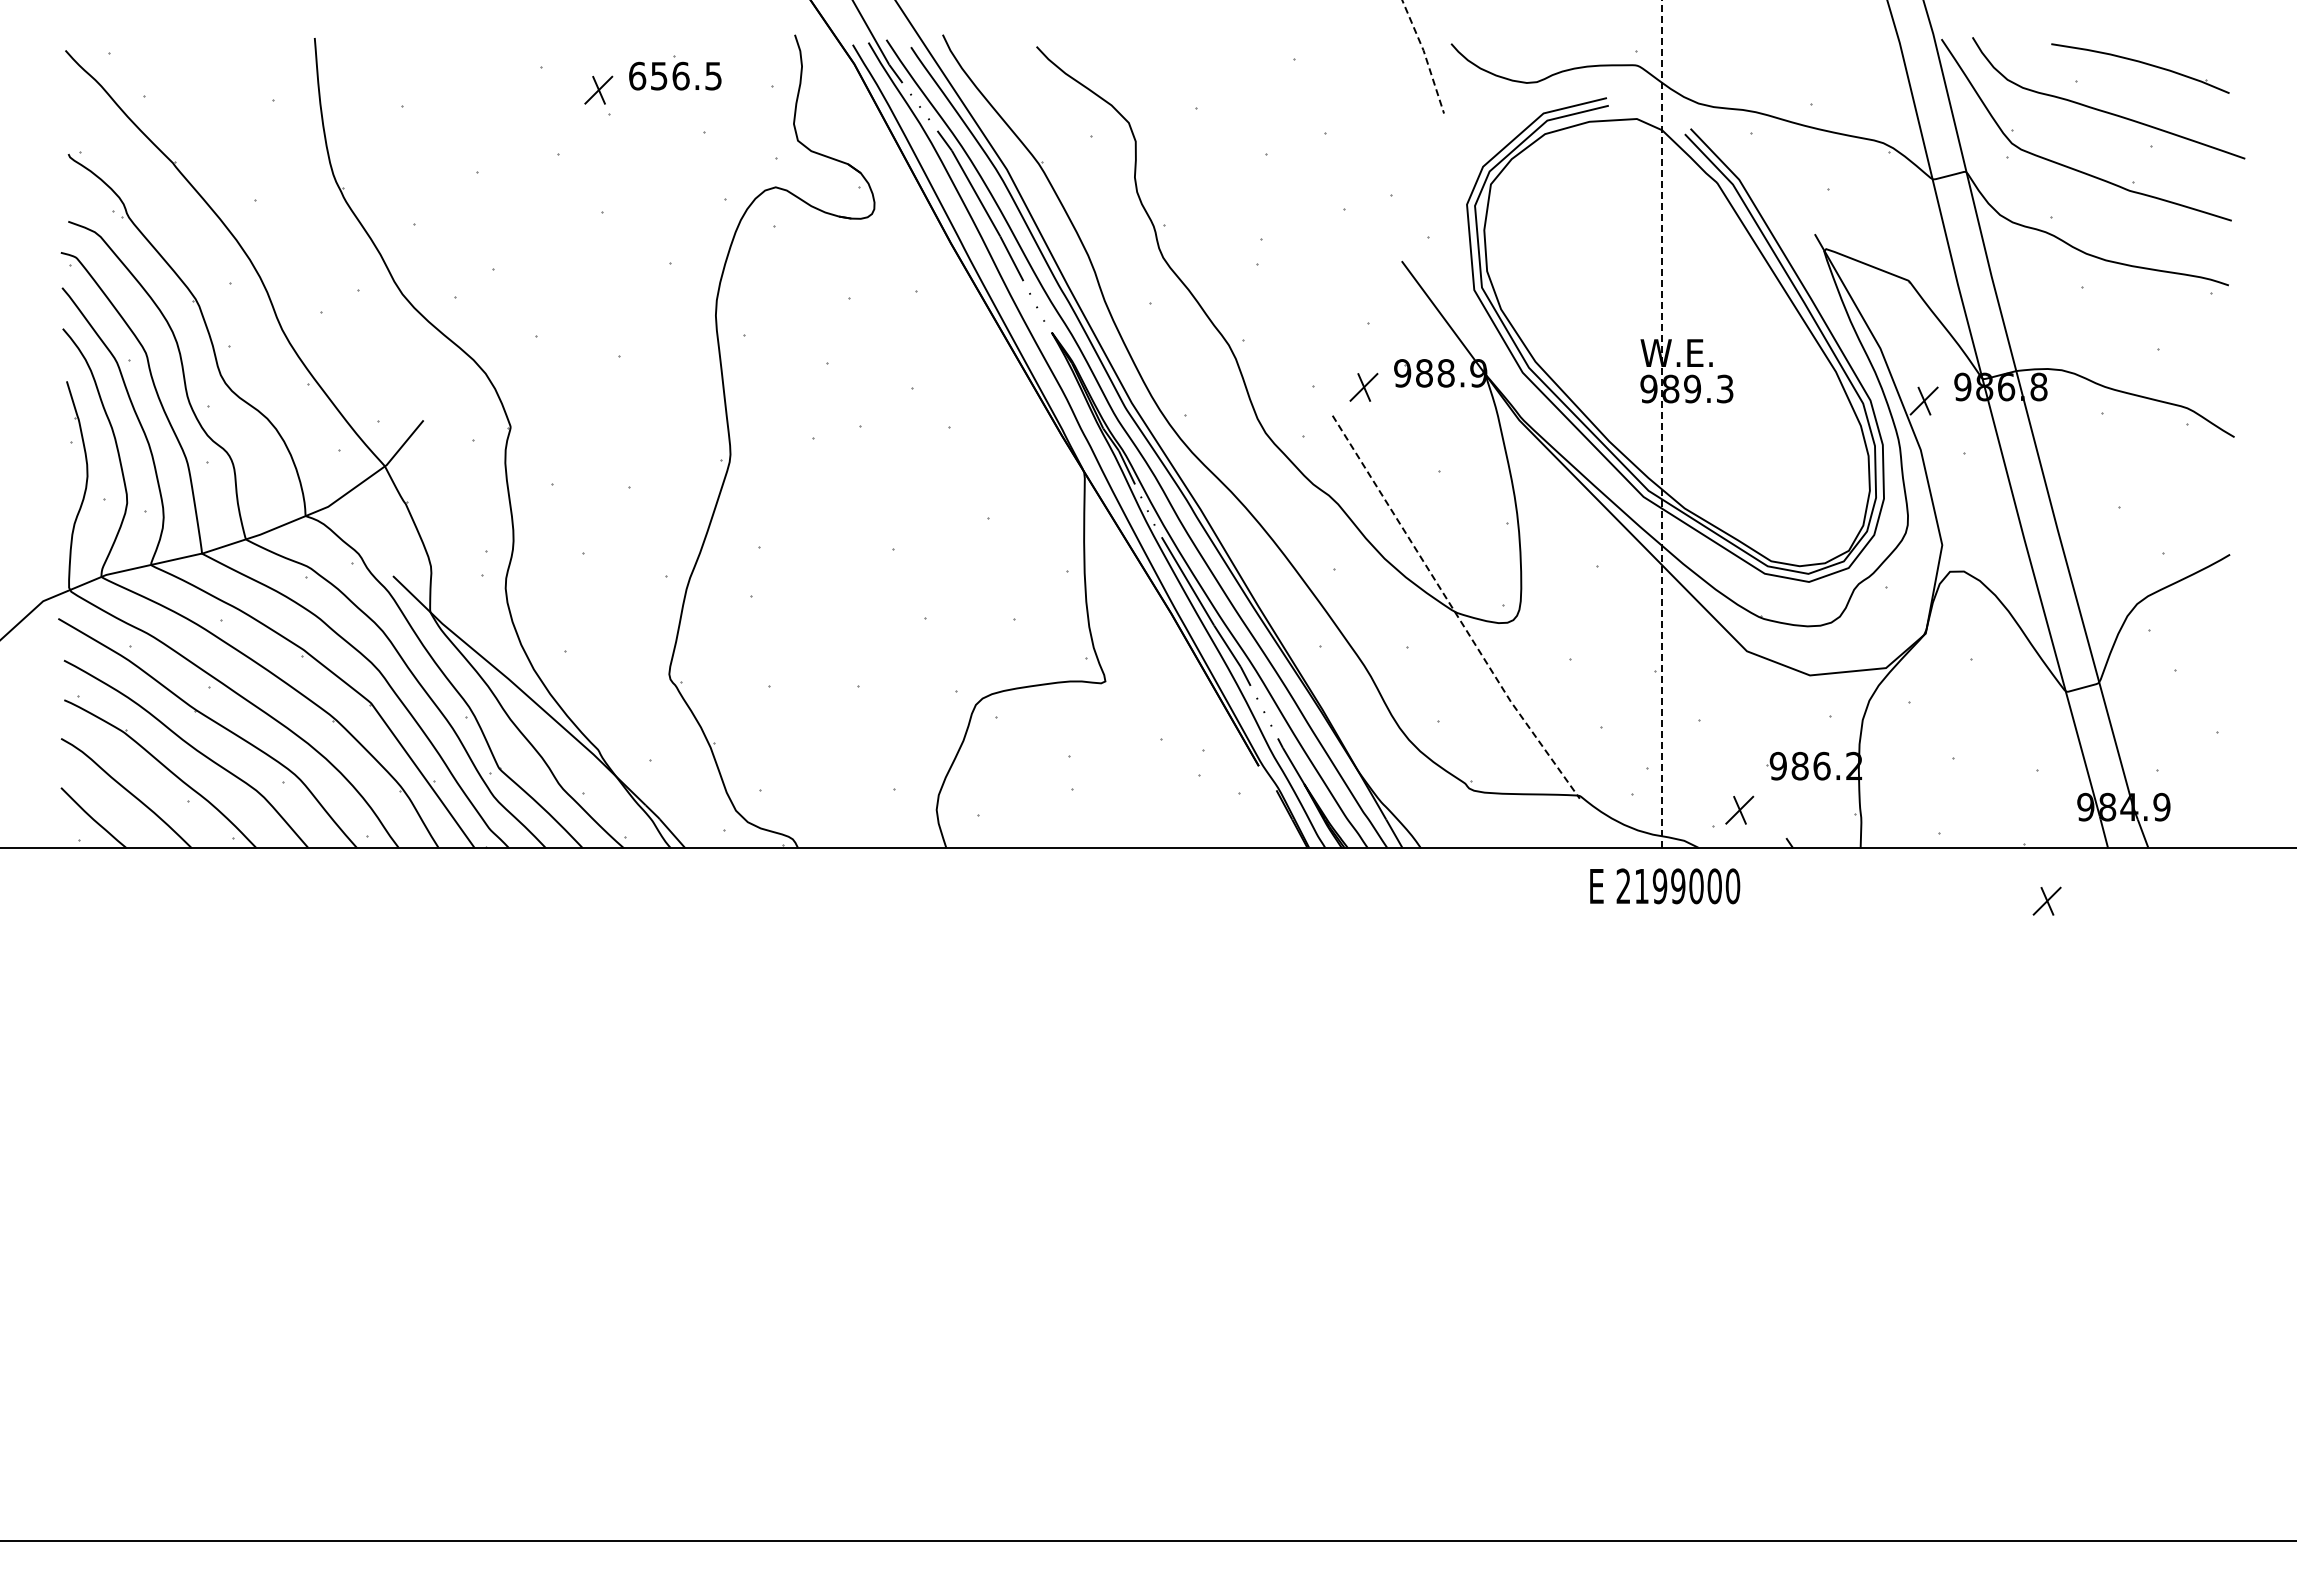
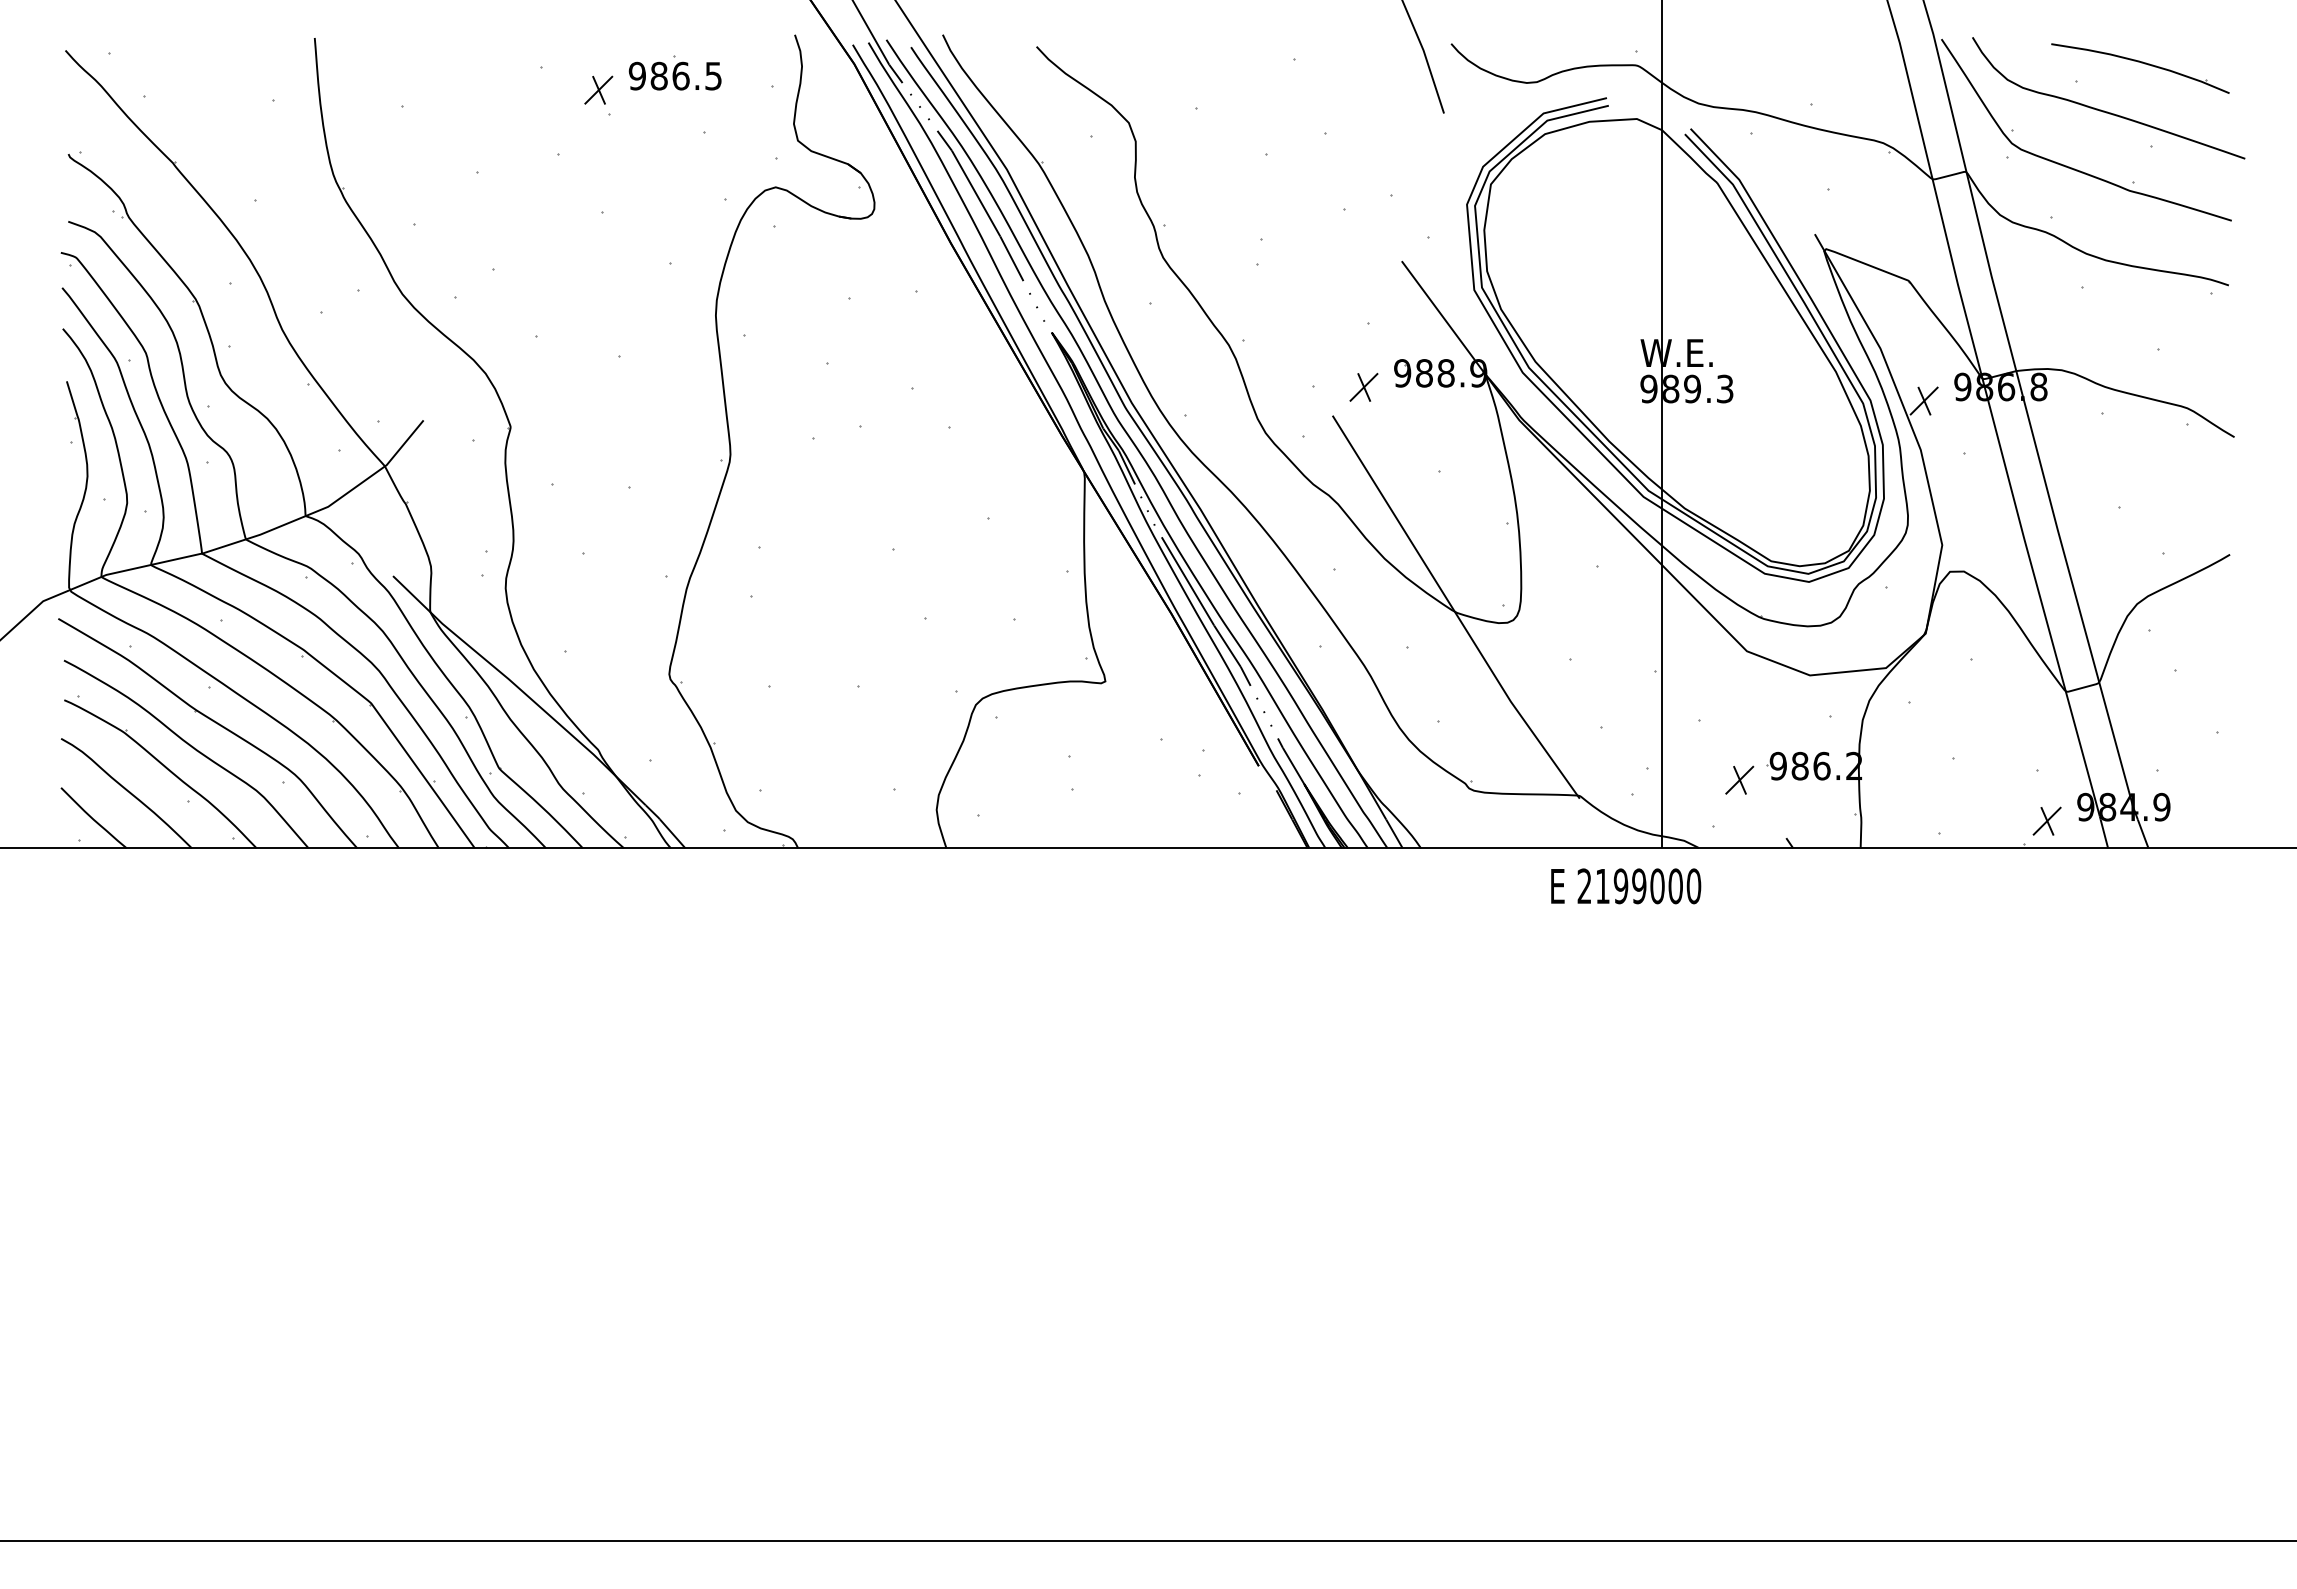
line at (1425, 56): dashed -> solid
text at (647, 75): 656.5 -> 986.5
line at (1662, 423): dashed -> solid
line at (1453, 609): dashed -> solid
part at (1739, 809) position: (1739, 809) -> (1739, 779)
text at (1665, 886) position: (1665, 886) -> (1626, 886)
part at (2046, 900) position: (2046, 900) -> (2046, 820)
